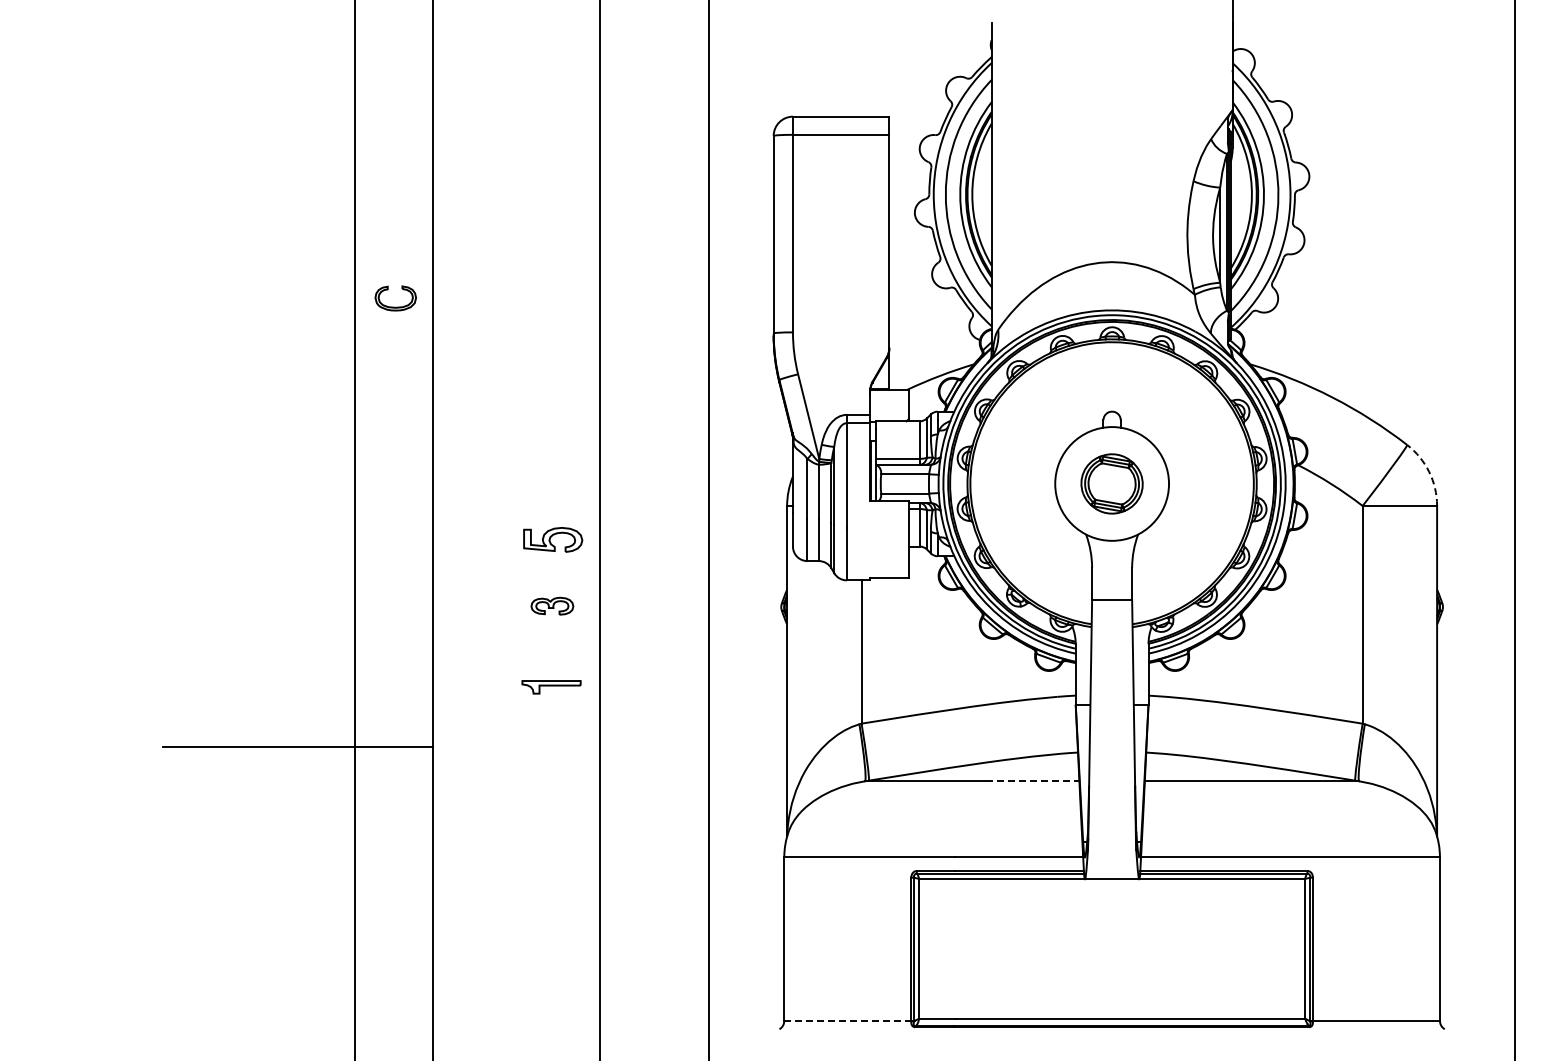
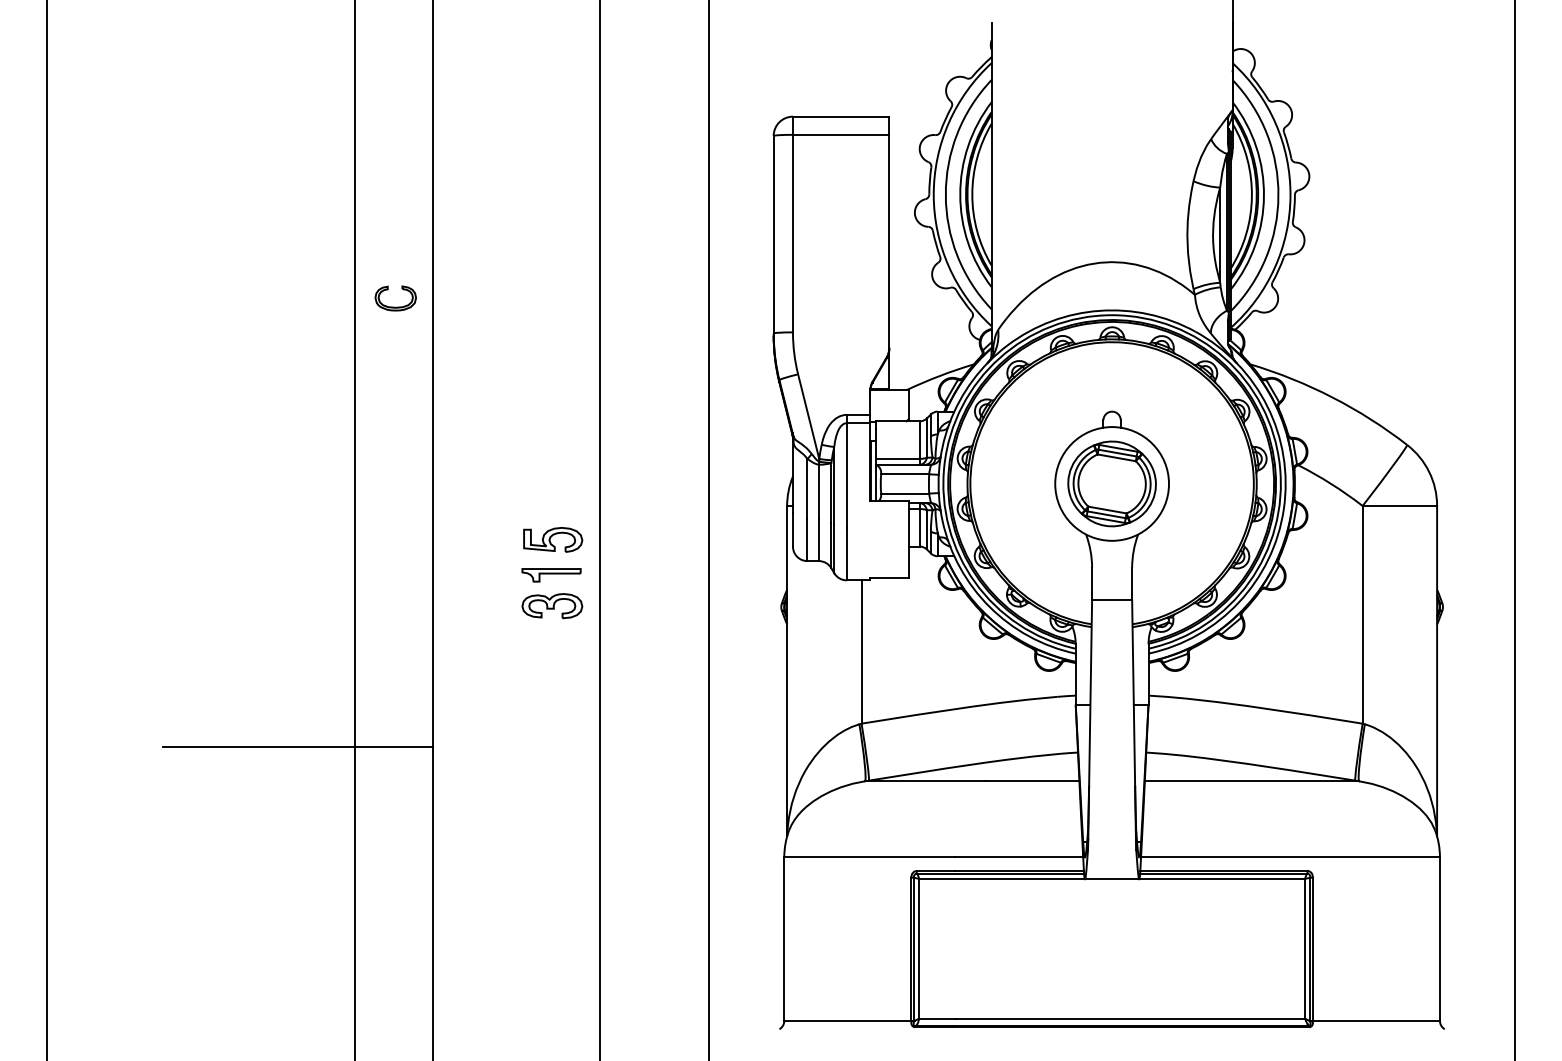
arc at (1429, 472): dashed -> solid
part at (1111, 483) size: 64x62 px -> 90x88 px
line at (46, 529): none -> present
part at (552, 605) size: 45x20 px -> 63x27 px
part at (551, 687) position: (551, 687) -> (551, 575)
line at (1032, 781): dashed -> solid
line at (848, 1020): dashed -> solid
